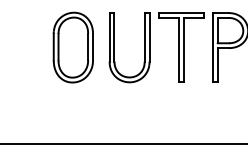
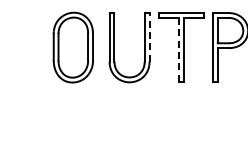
line at (149, 36): solid -> dashed
line at (178, 50): solid -> dashed
line at (123, 144): present -> none
